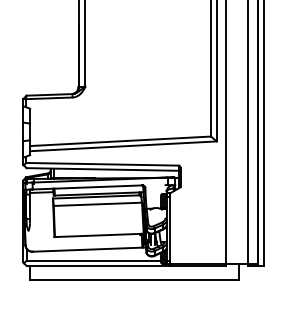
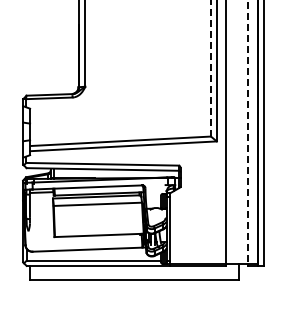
line at (210, 68): solid -> dashed
line at (247, 132): solid -> dashed
